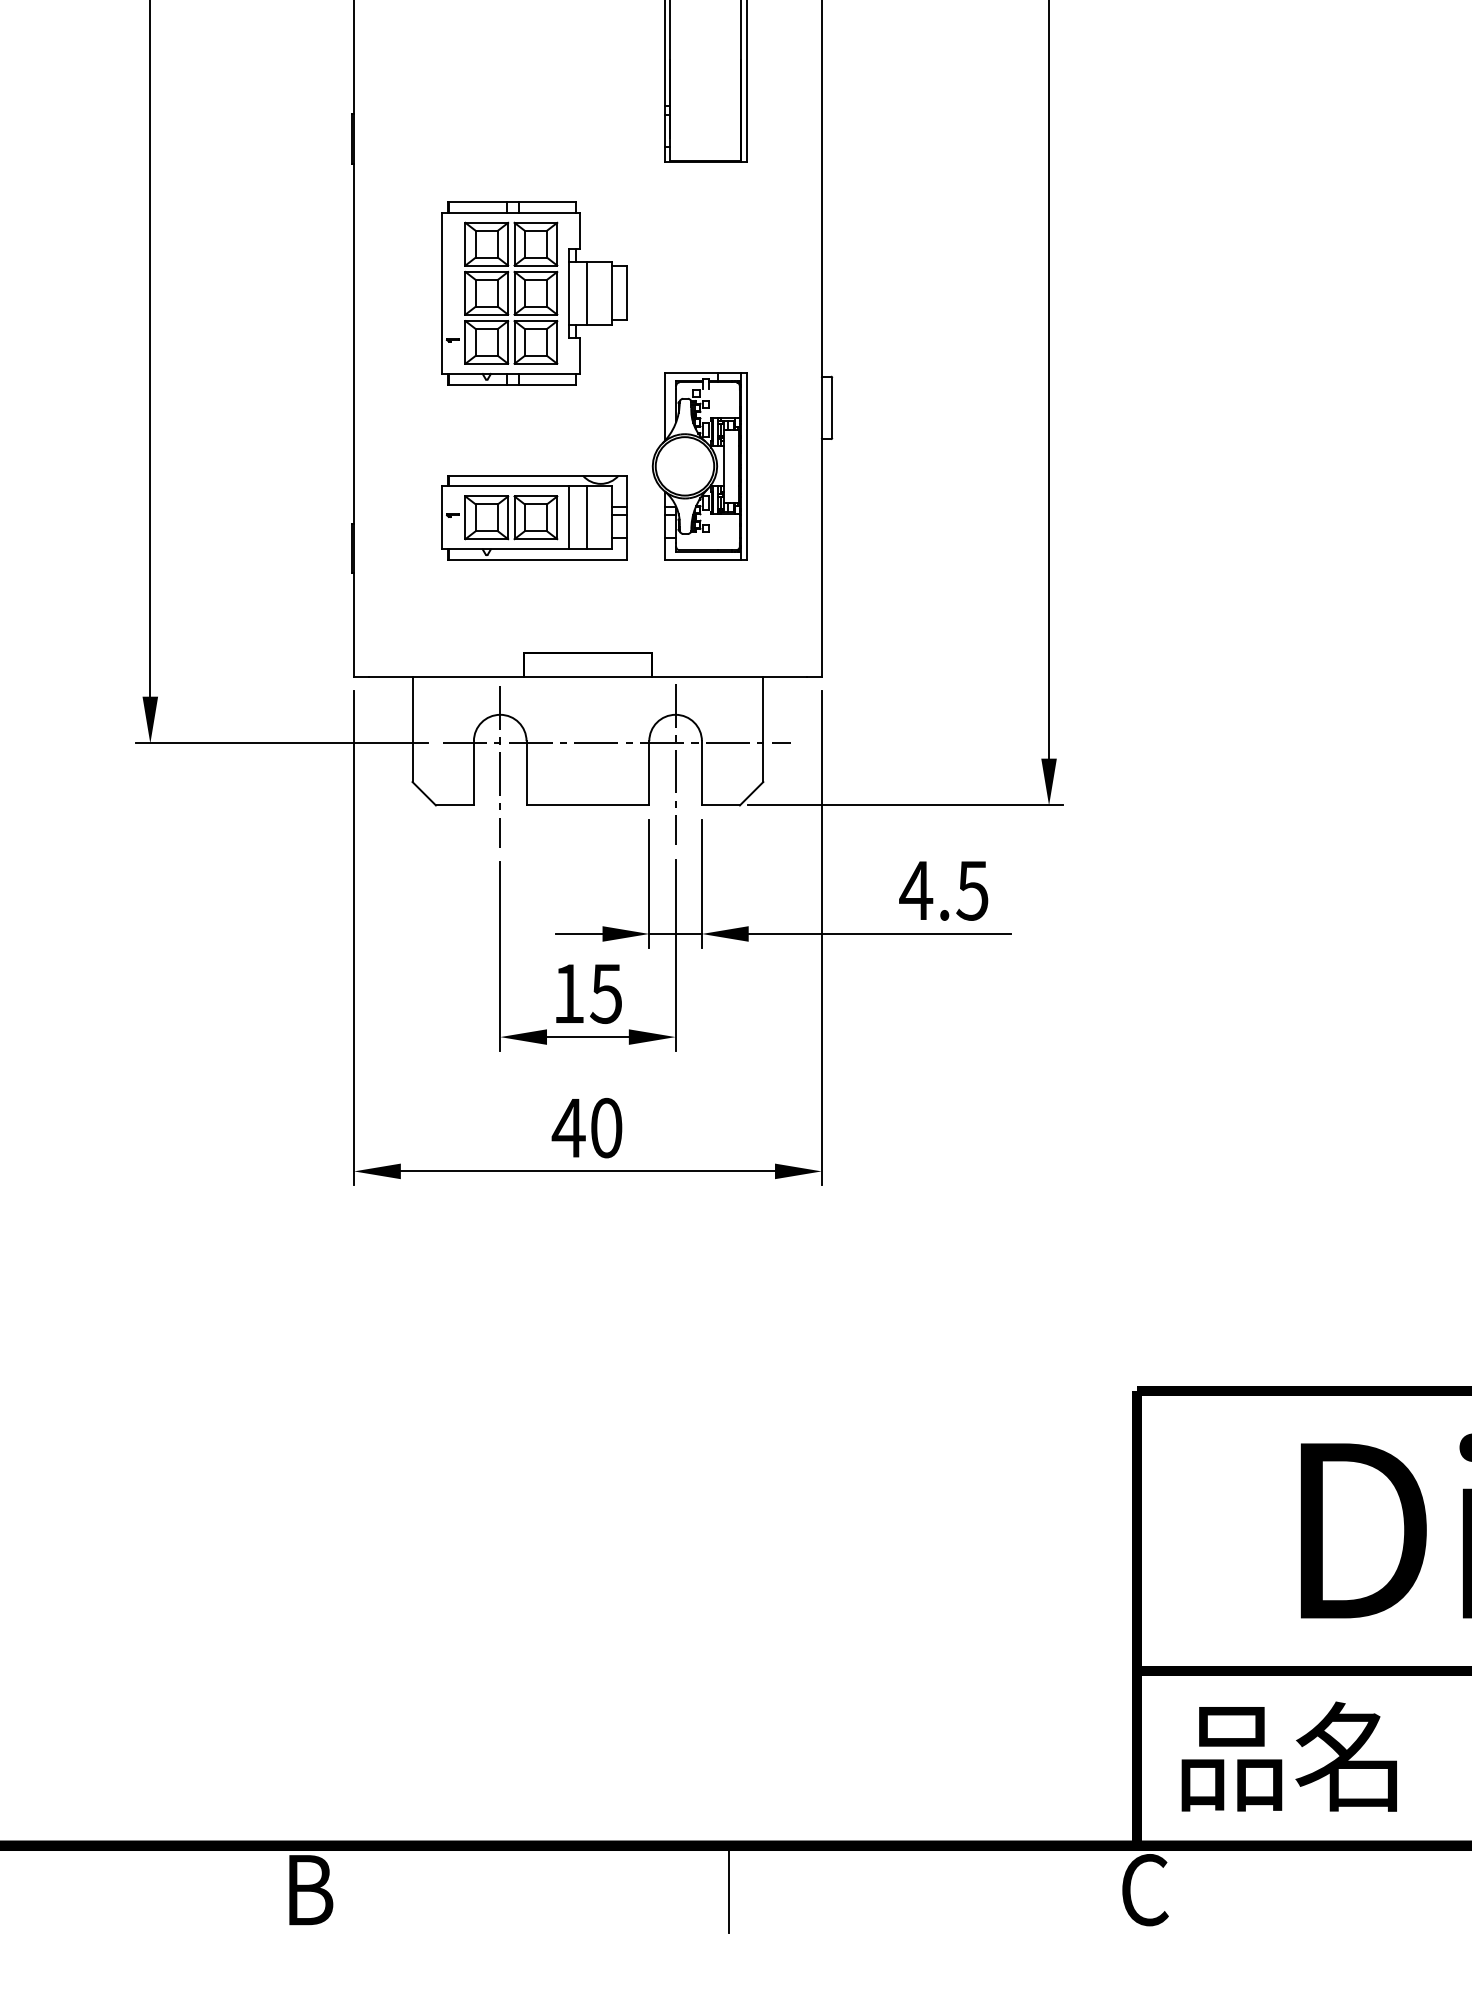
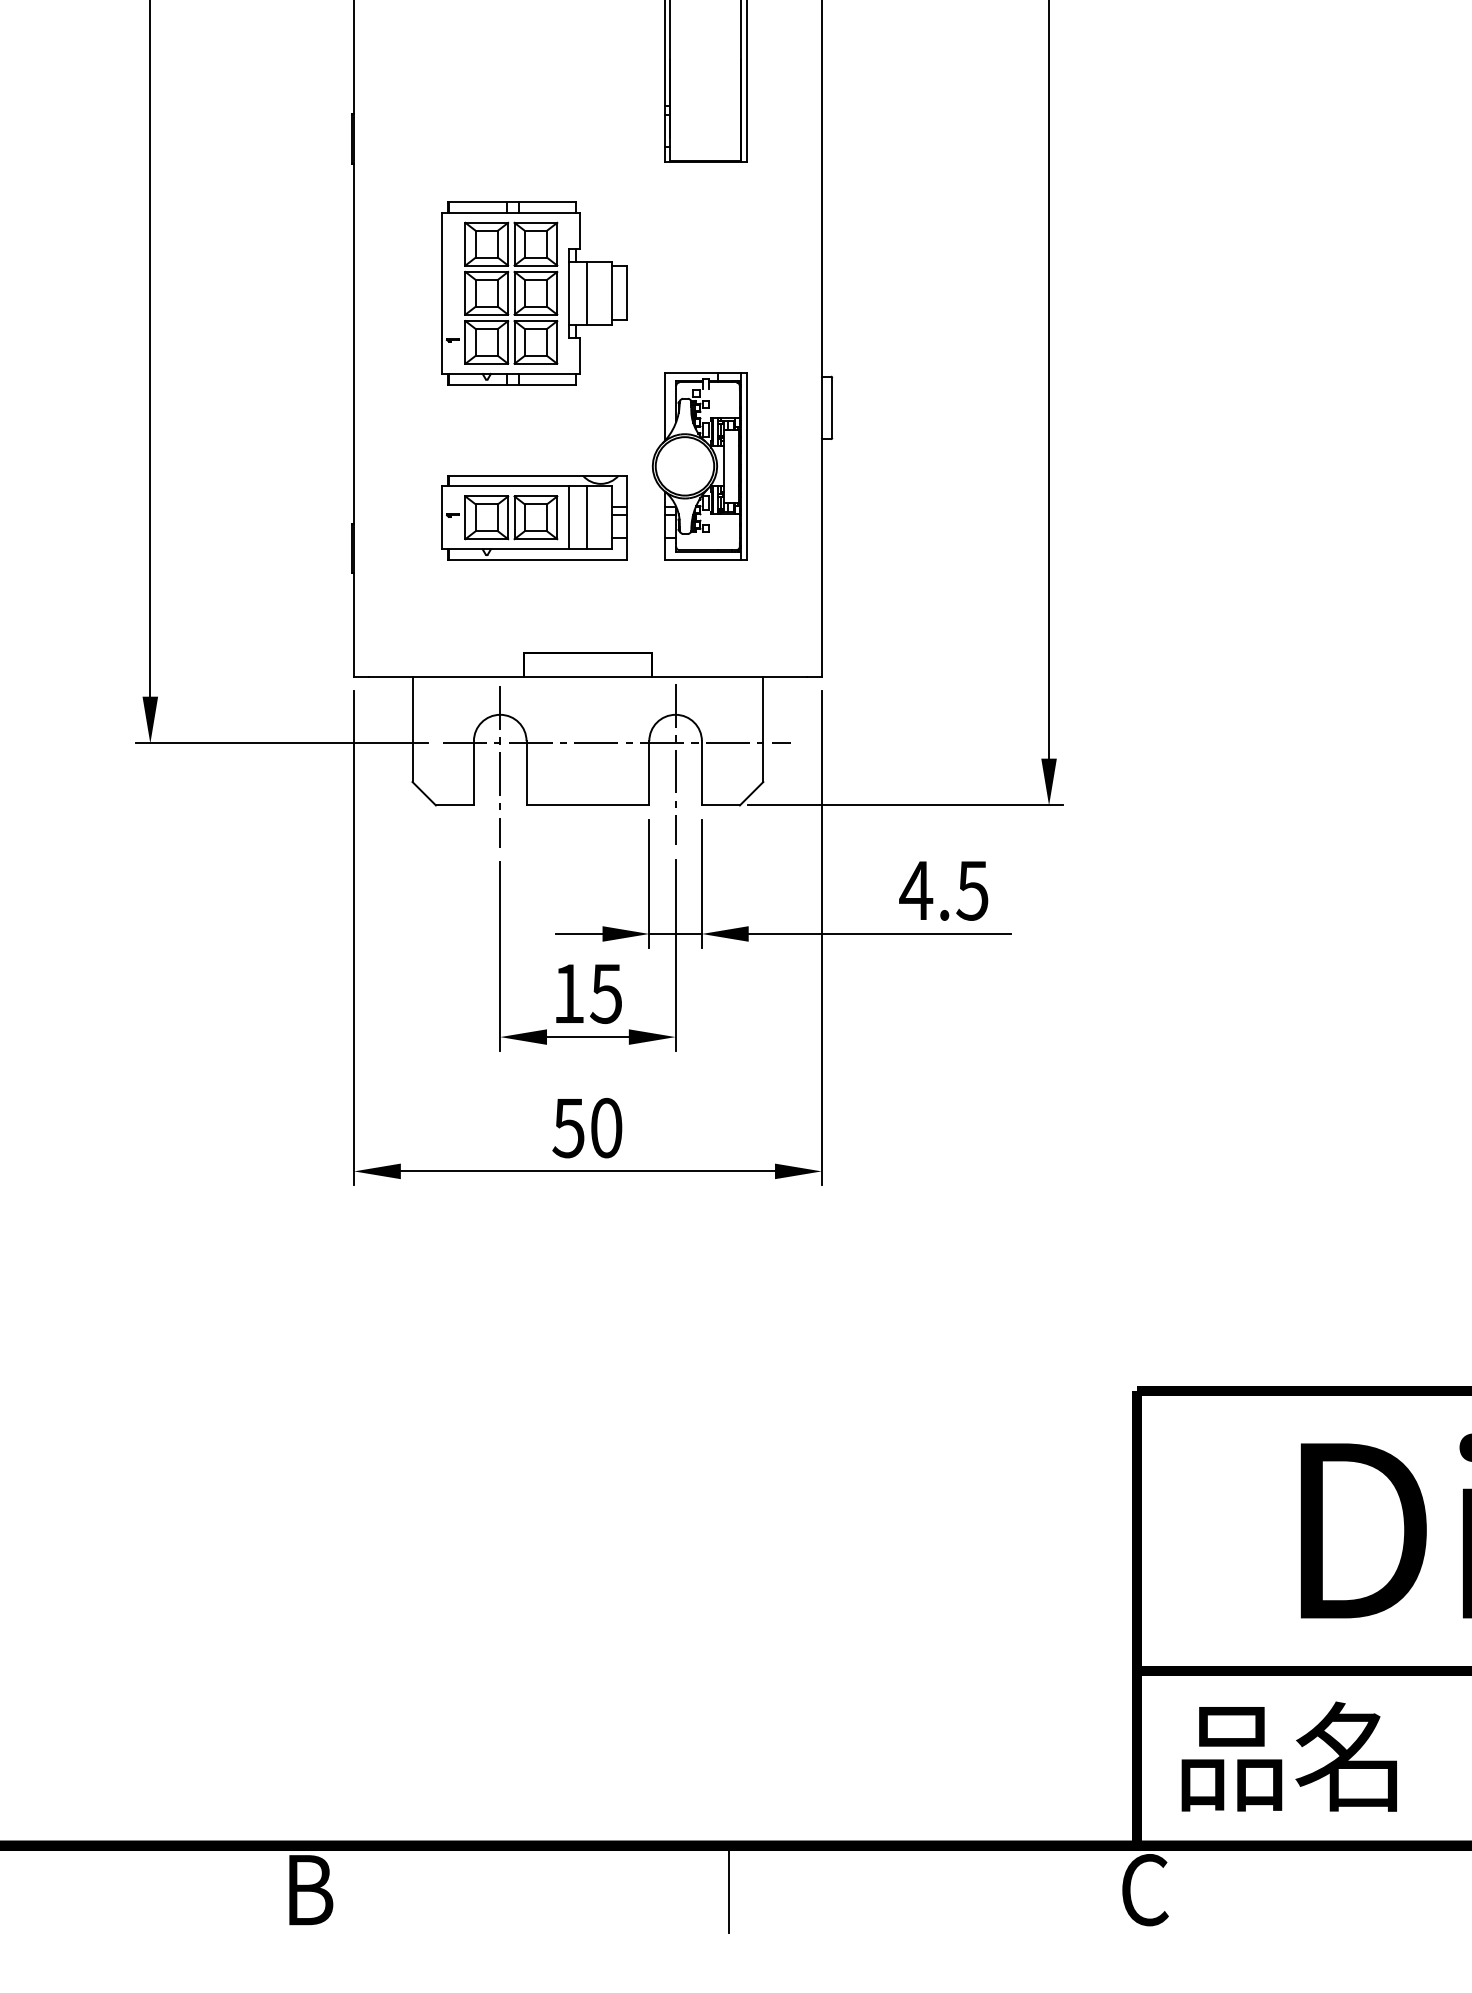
text at (568, 1128): 40 -> 50
